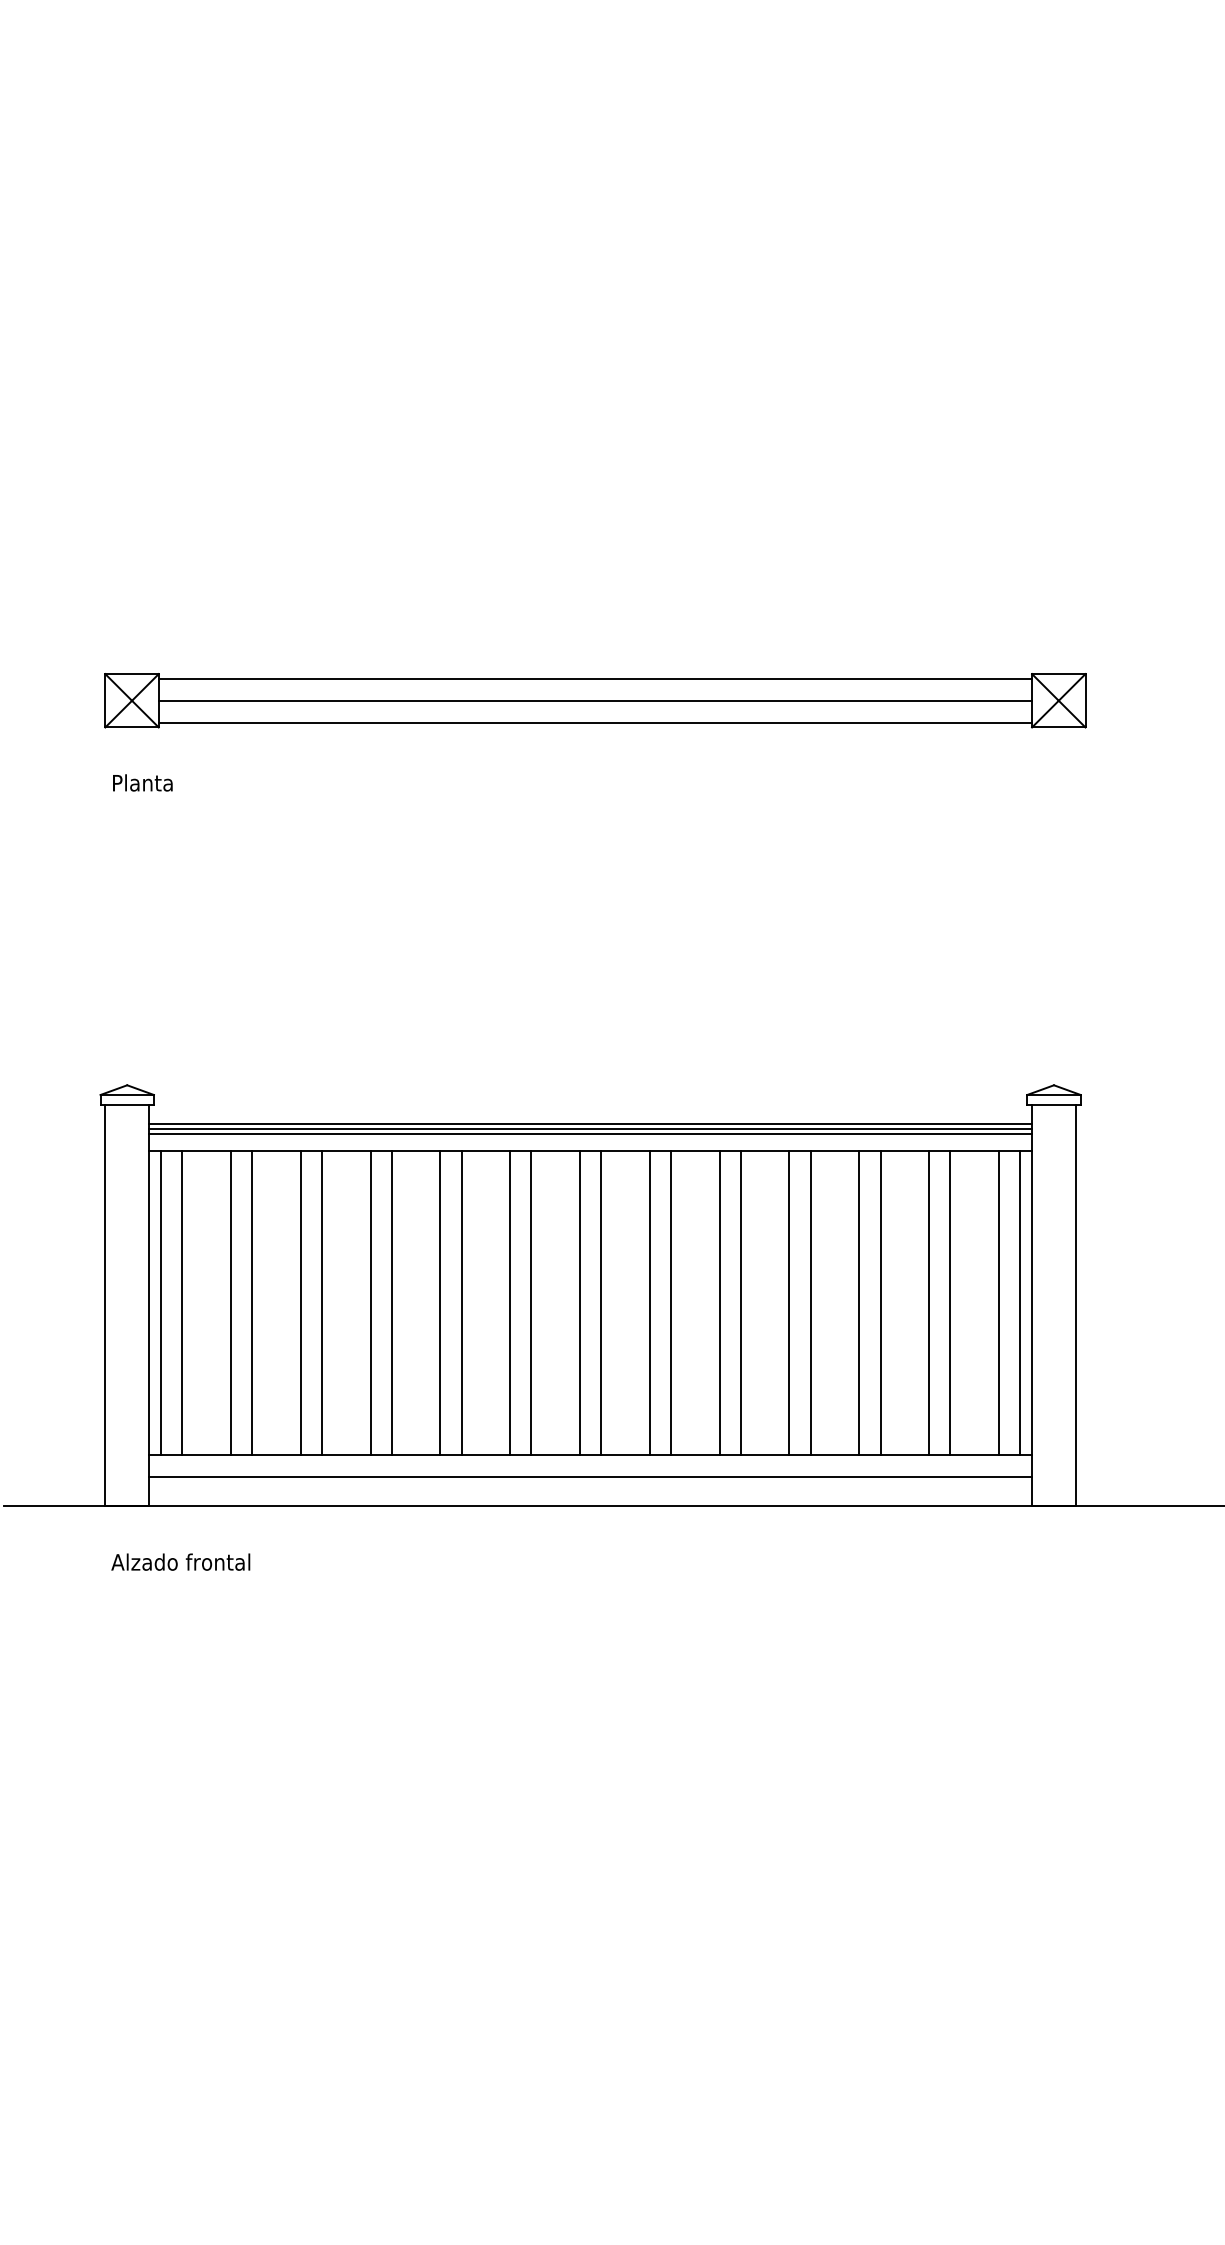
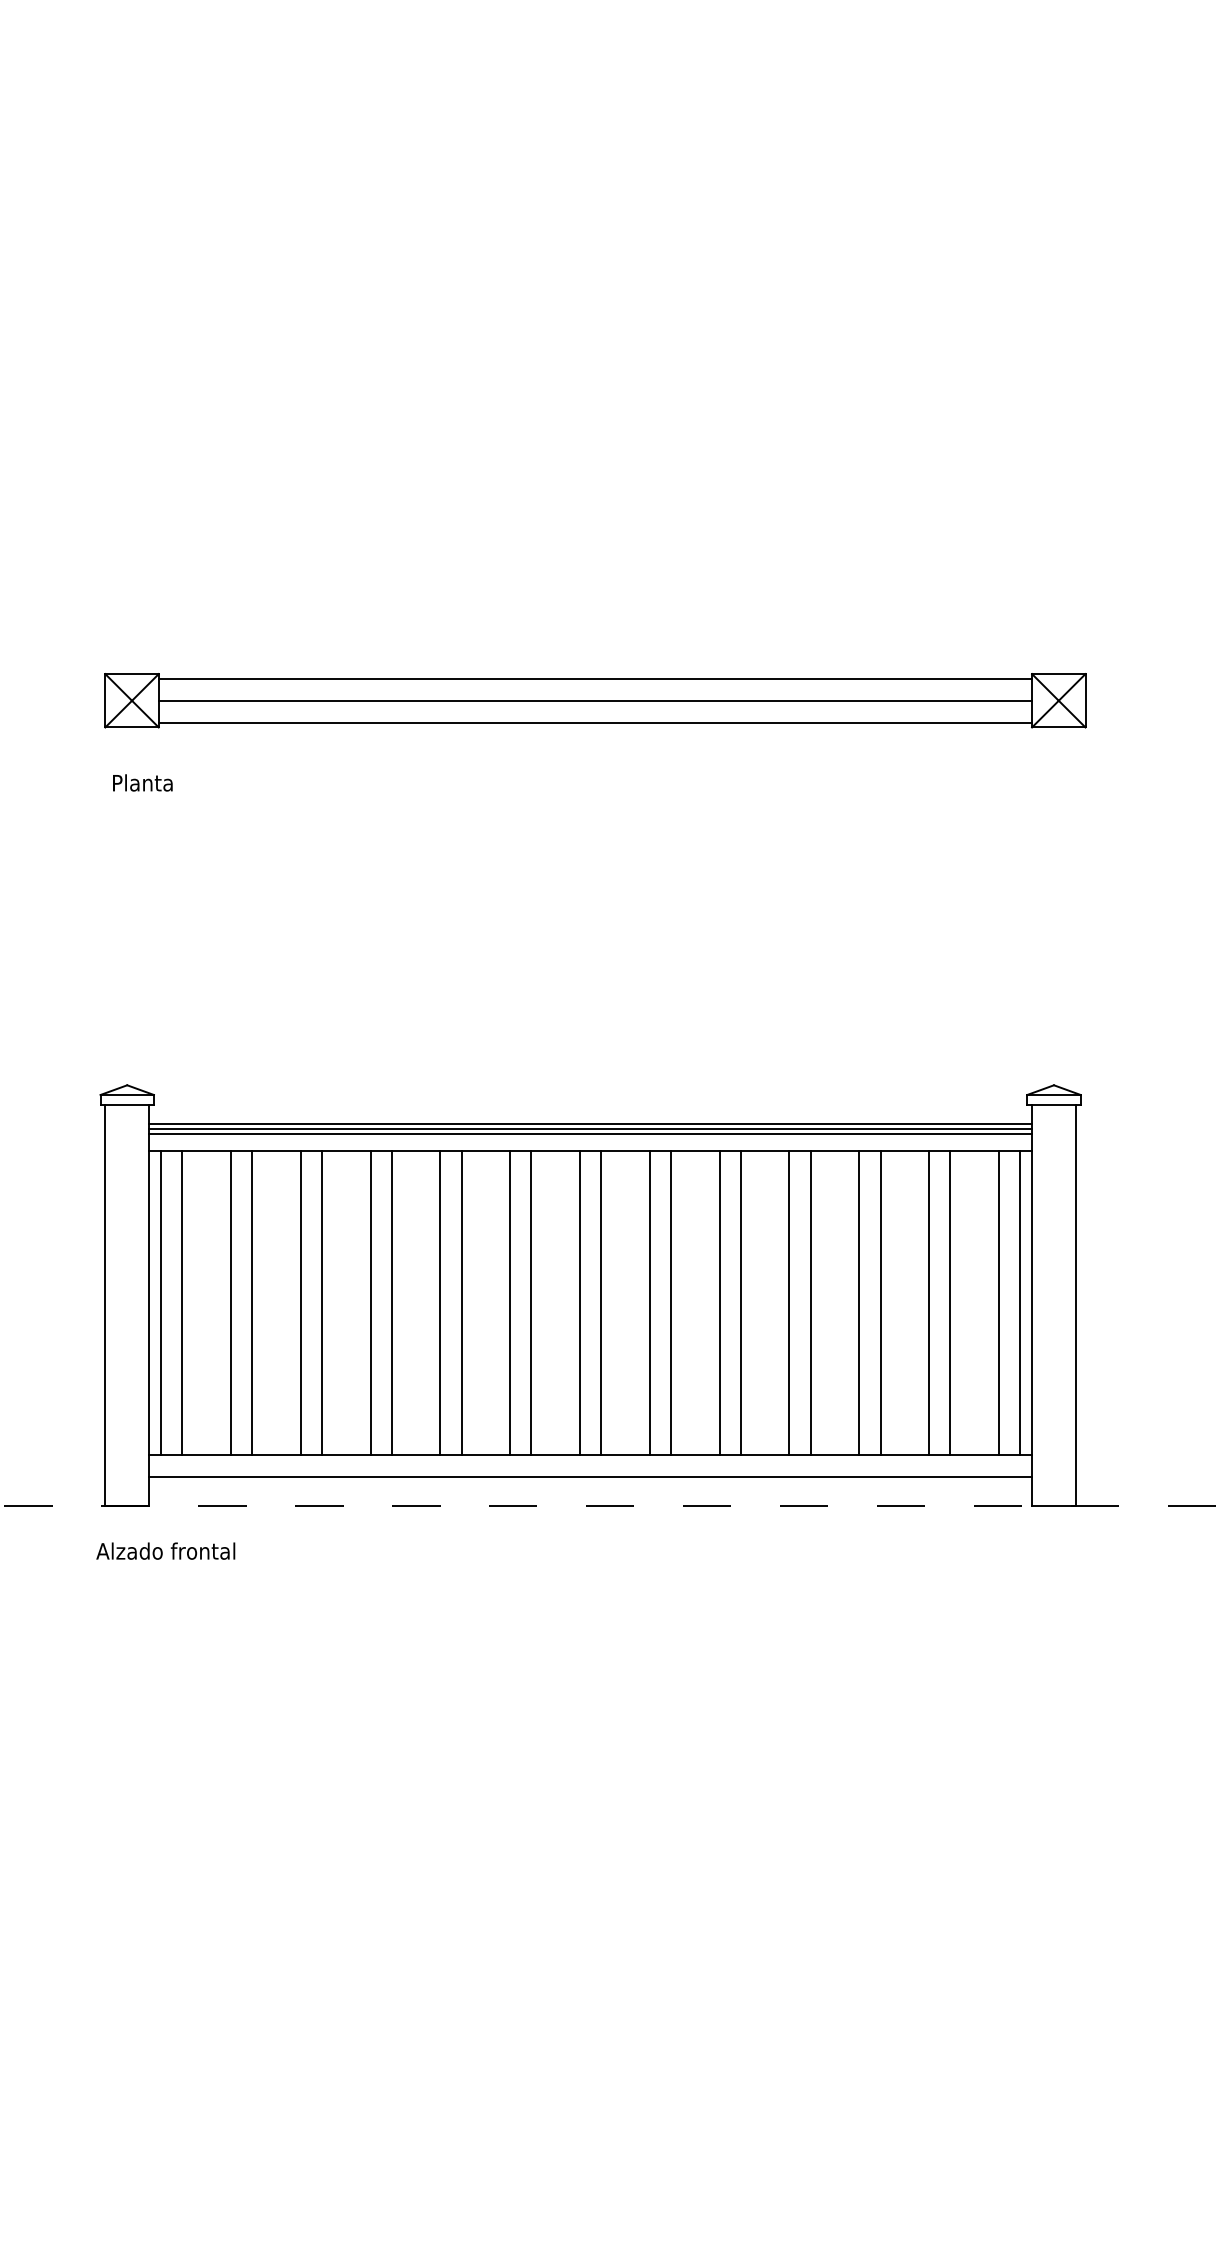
line at (615, 1506): solid -> dashed
text at (180, 1561) position: (180, 1561) -> (165, 1550)
